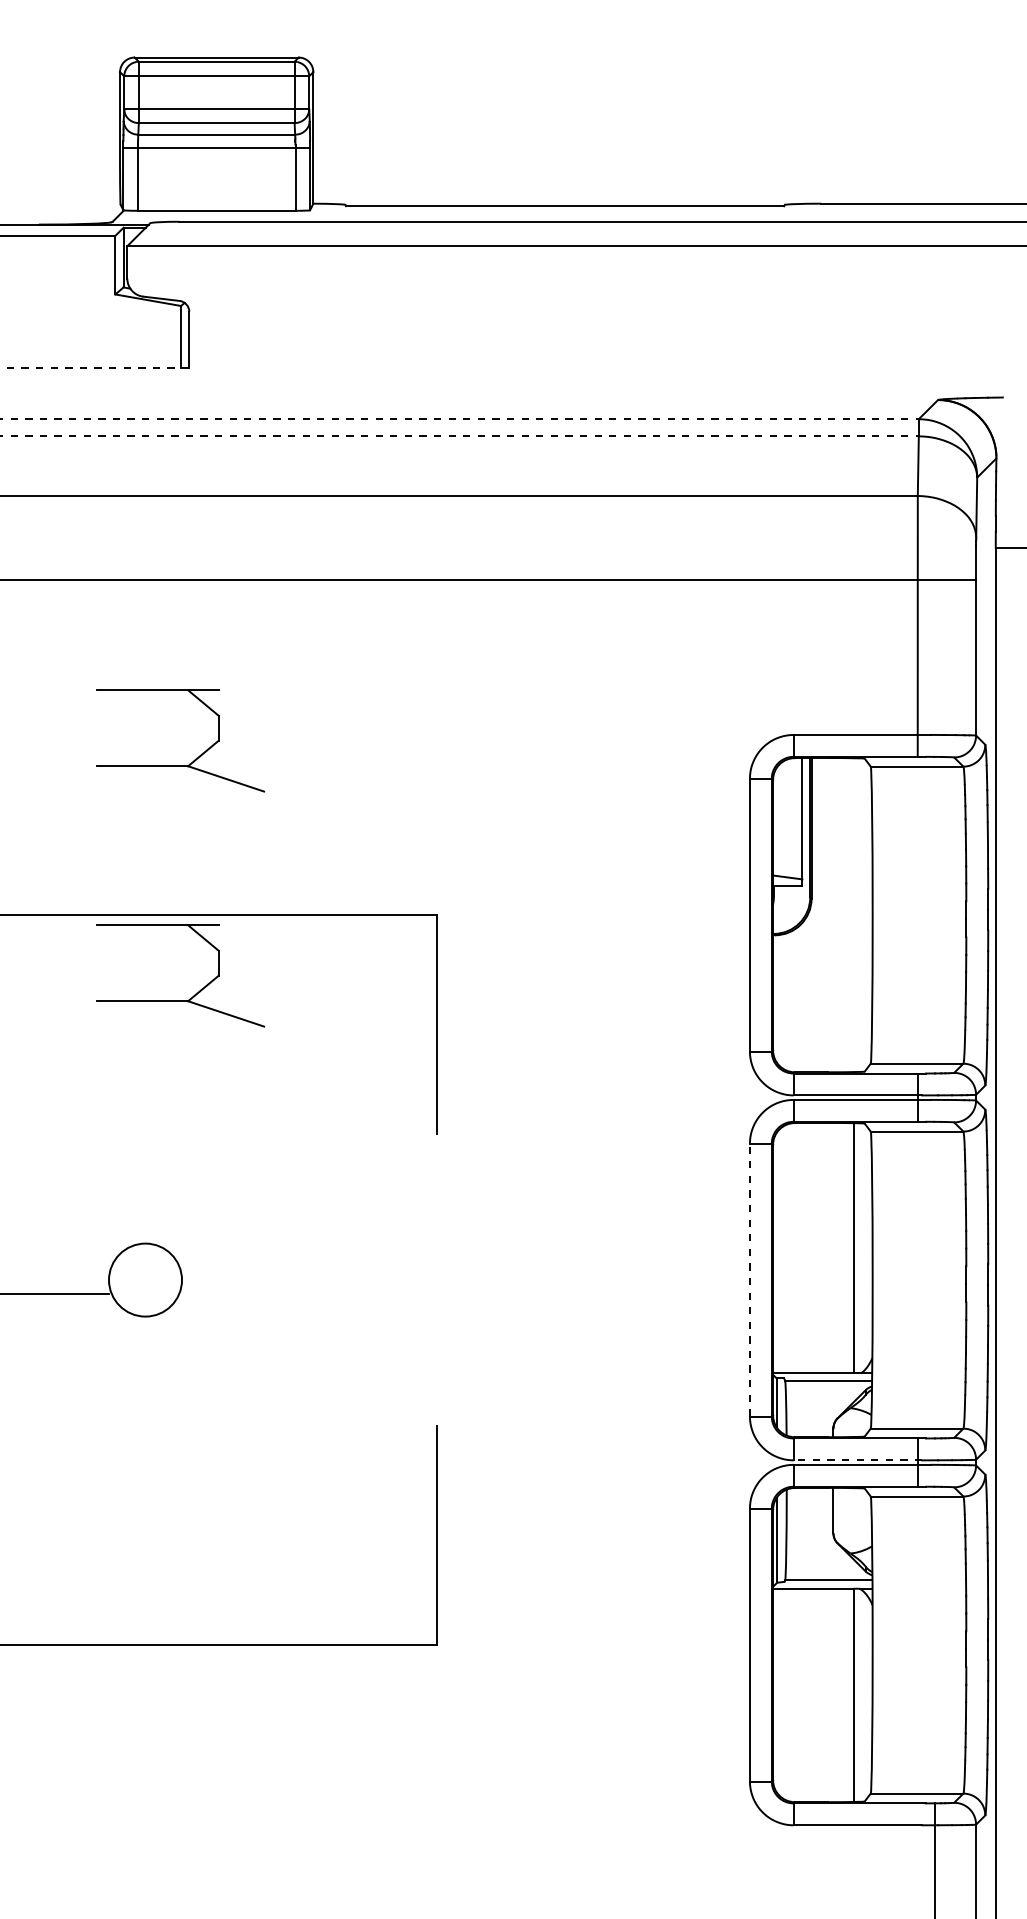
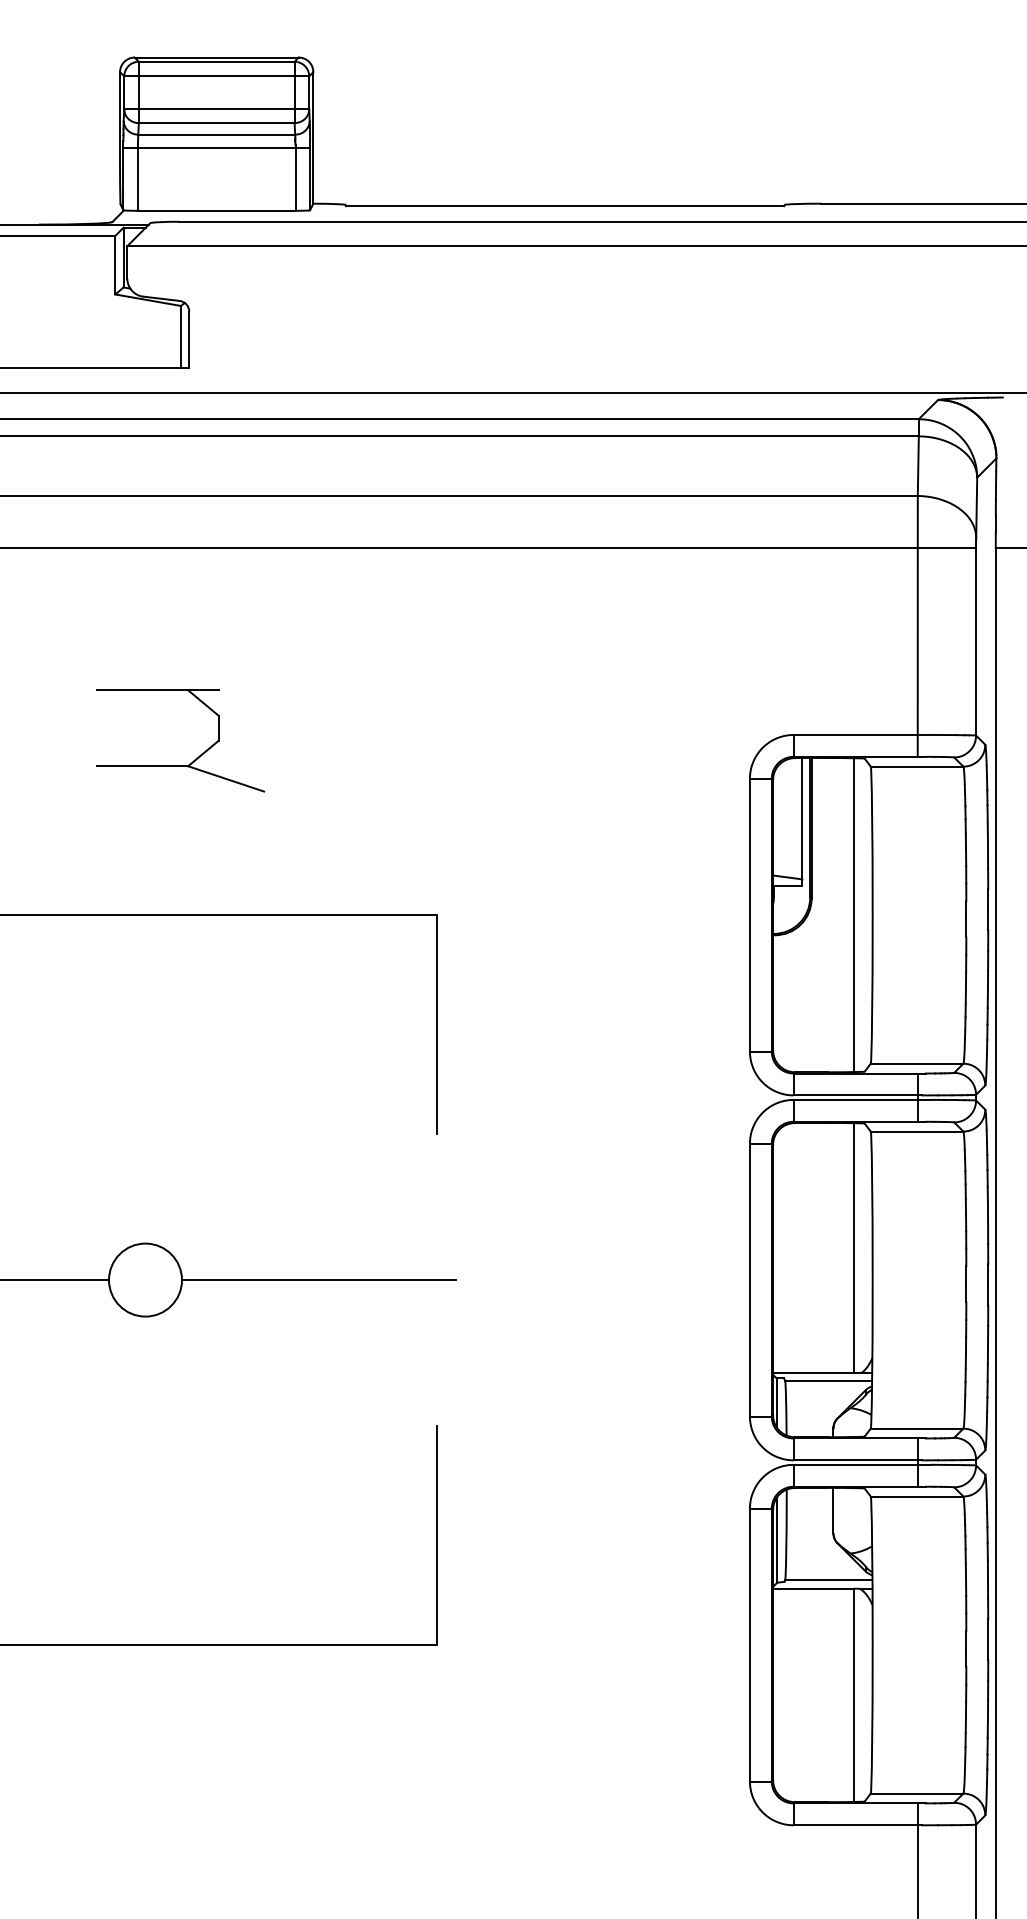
line at (94, 367): dashed -> solid
line at (512, 393): none -> present
line at (460, 419): dashed -> solid
line at (460, 436): dashed -> solid
line at (489, 579) position: (489, 579) -> (489, 547)
line at (853, 915): none -> present
part at (195, 993): present -> none
line at (749, 1279): dashed -> solid
line at (318, 1280): none -> present
line at (55, 1294) position: (55, 1294) -> (55, 1280)
line at (857, 1460): dashed -> solid
line at (934, 1859) position: (934, 1859) -> (917, 1859)
